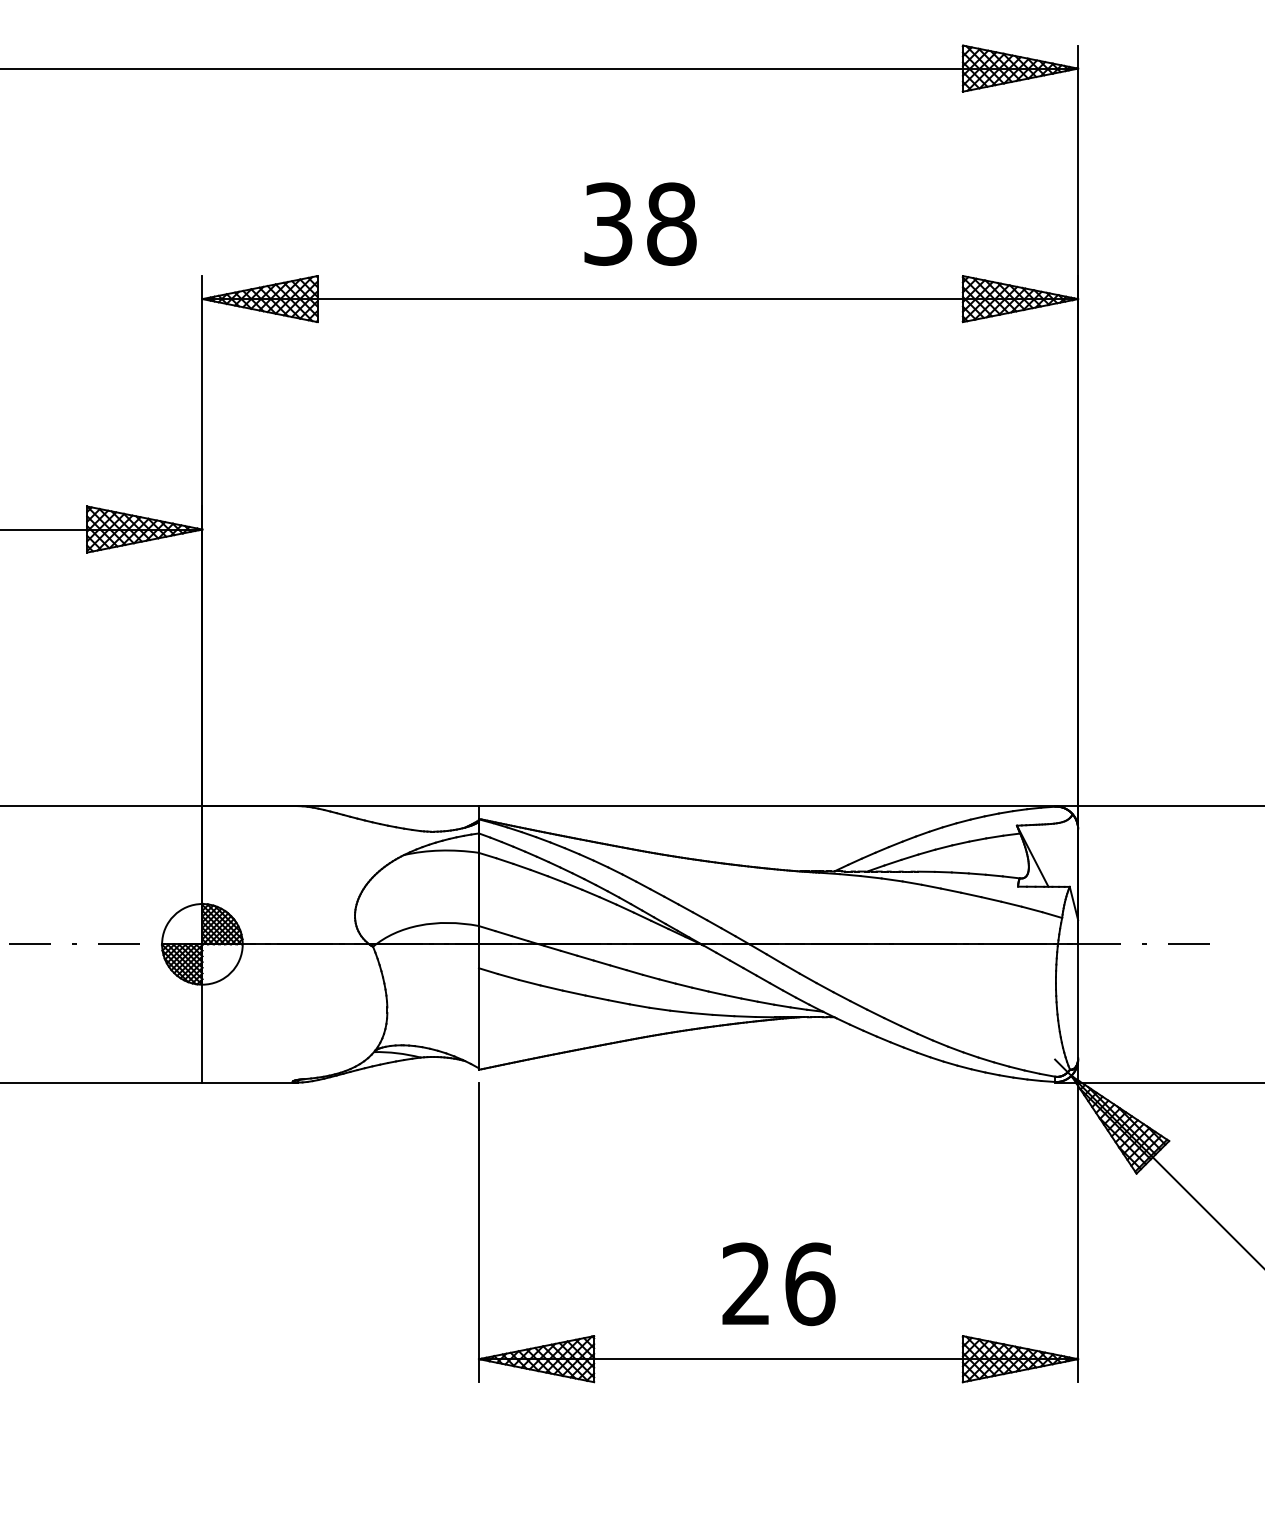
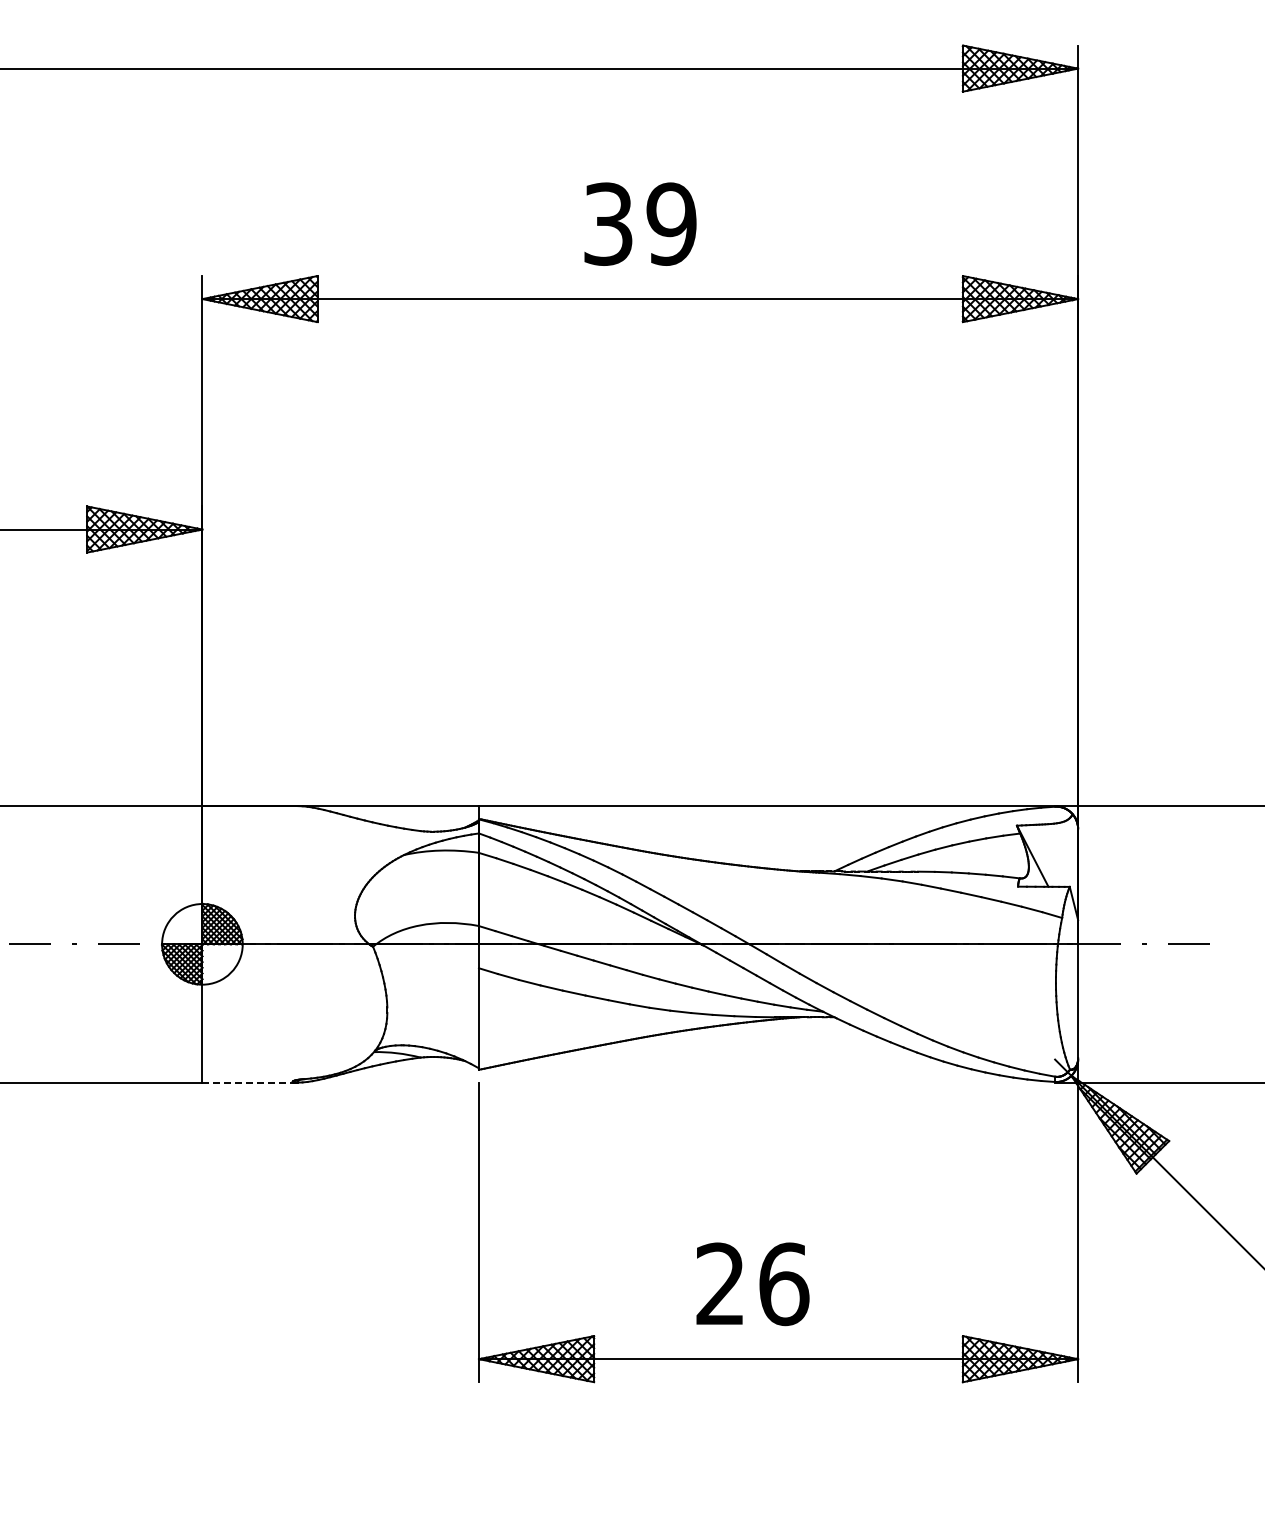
text at (671, 223): 38 -> 39
line at (250, 1082): solid -> dashed
text at (778, 1284) position: (778, 1284) -> (752, 1284)
